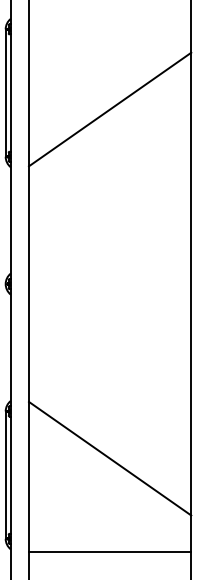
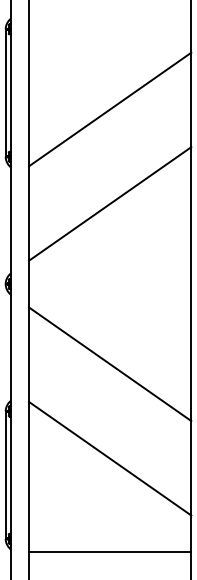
line at (109, 203): none -> present
line at (109, 364): none -> present
